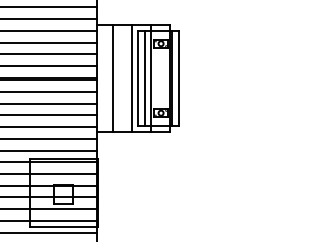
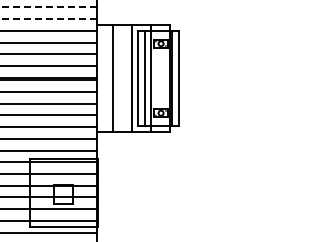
line at (48, 7): solid -> dashed
line at (48, 19): solid -> dashed
